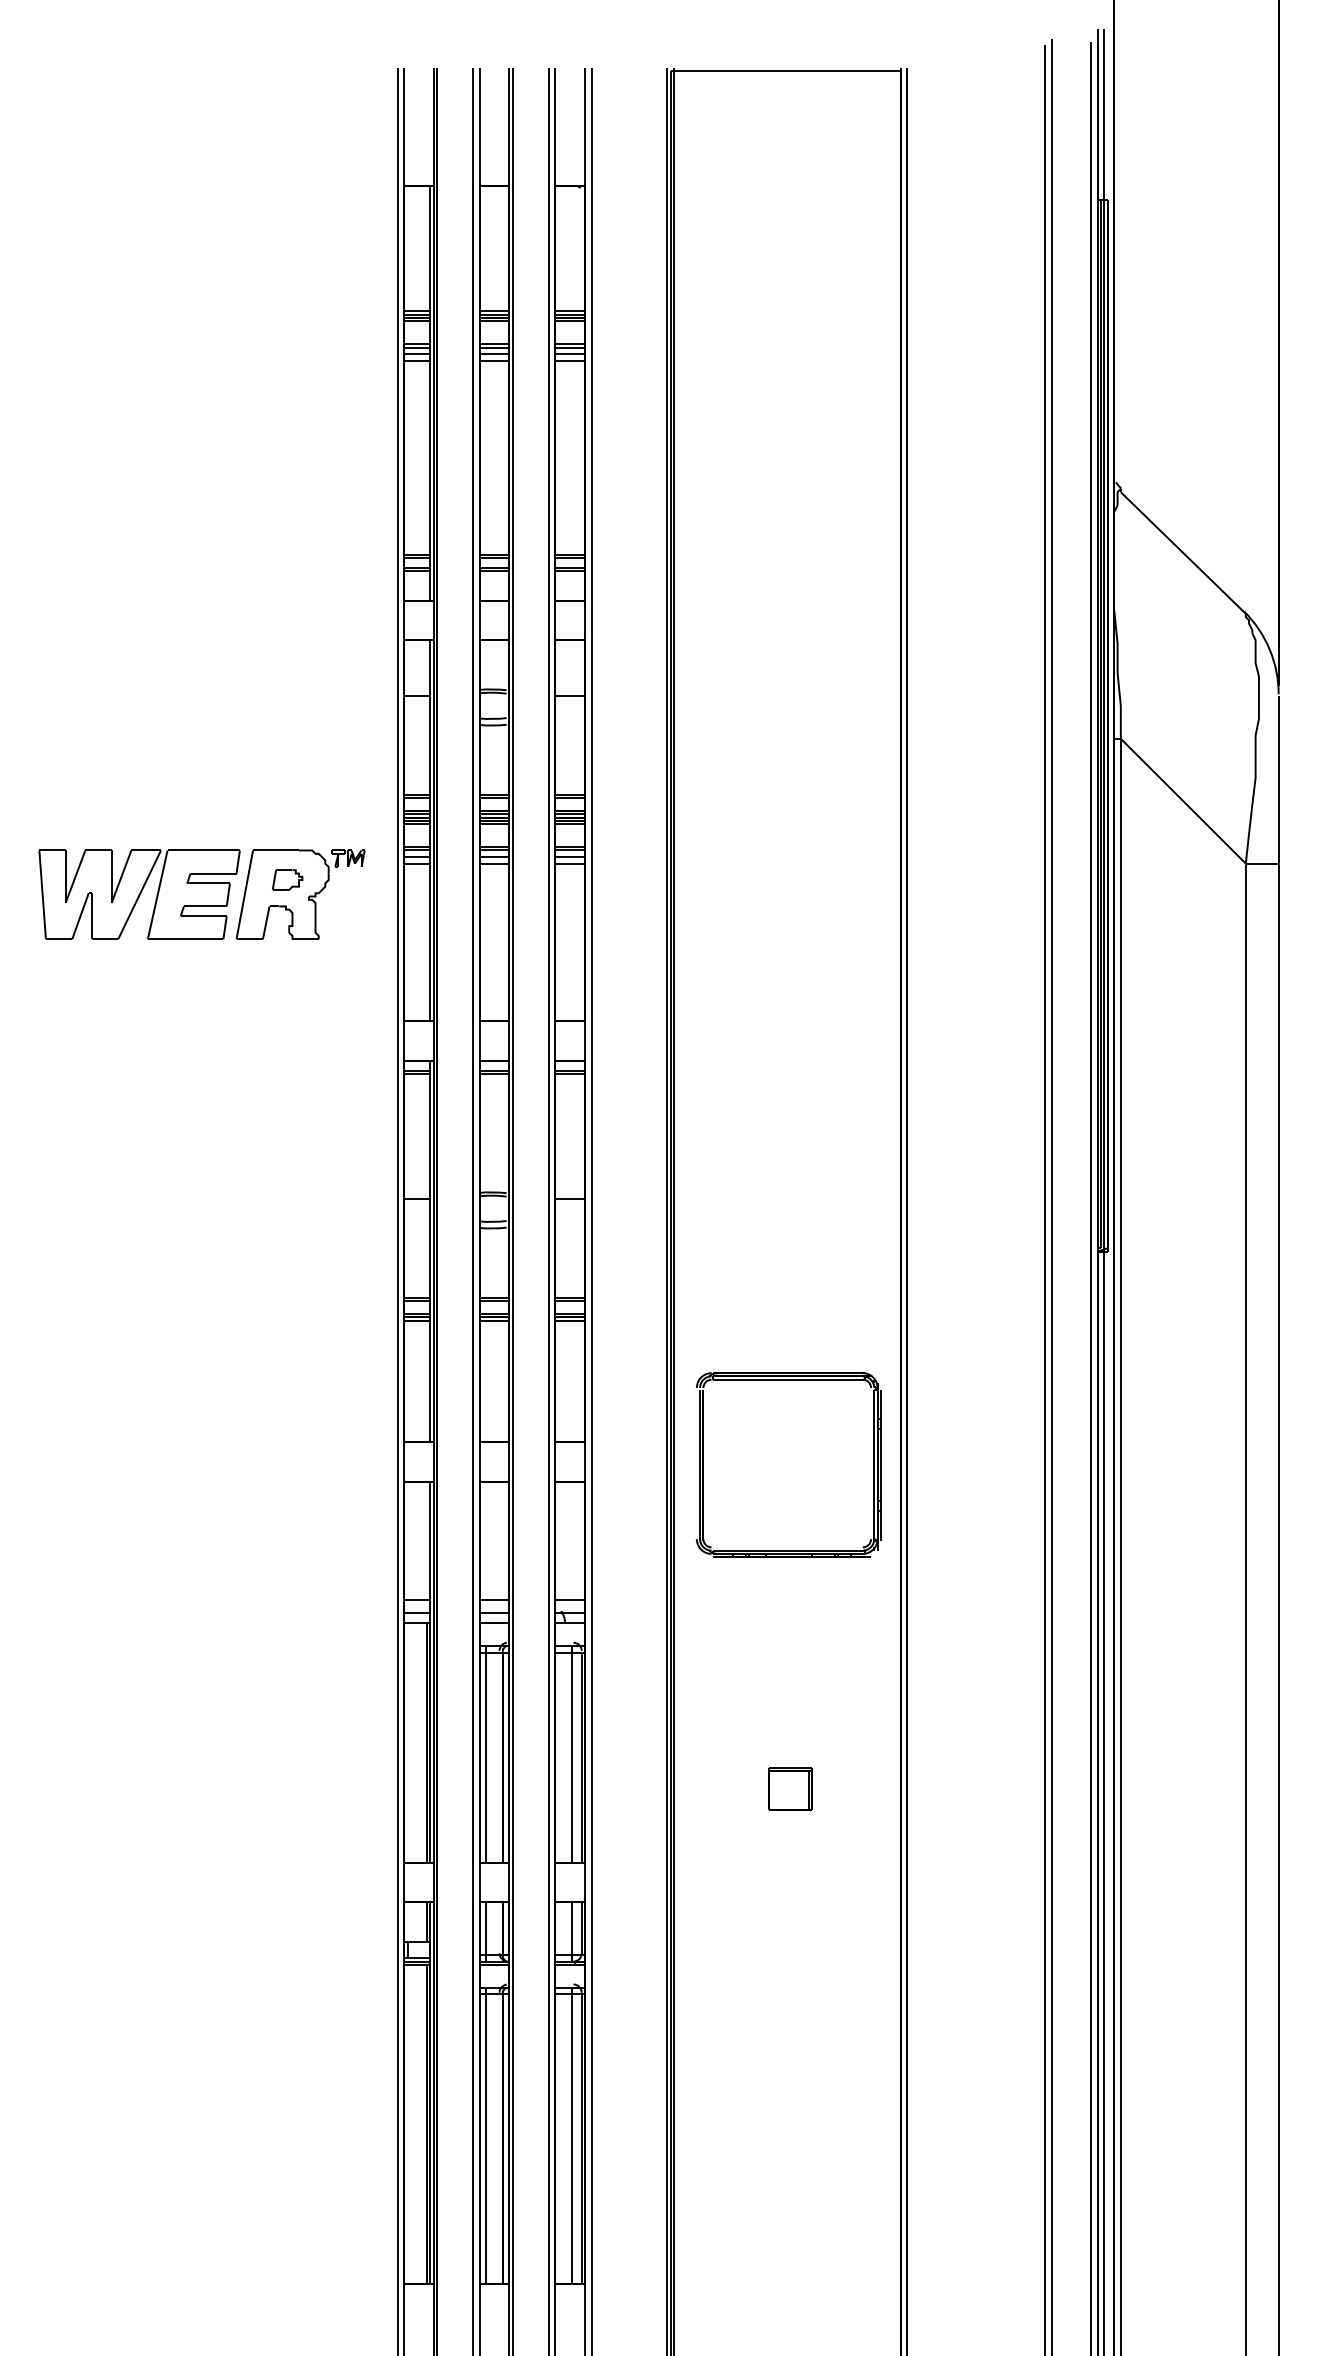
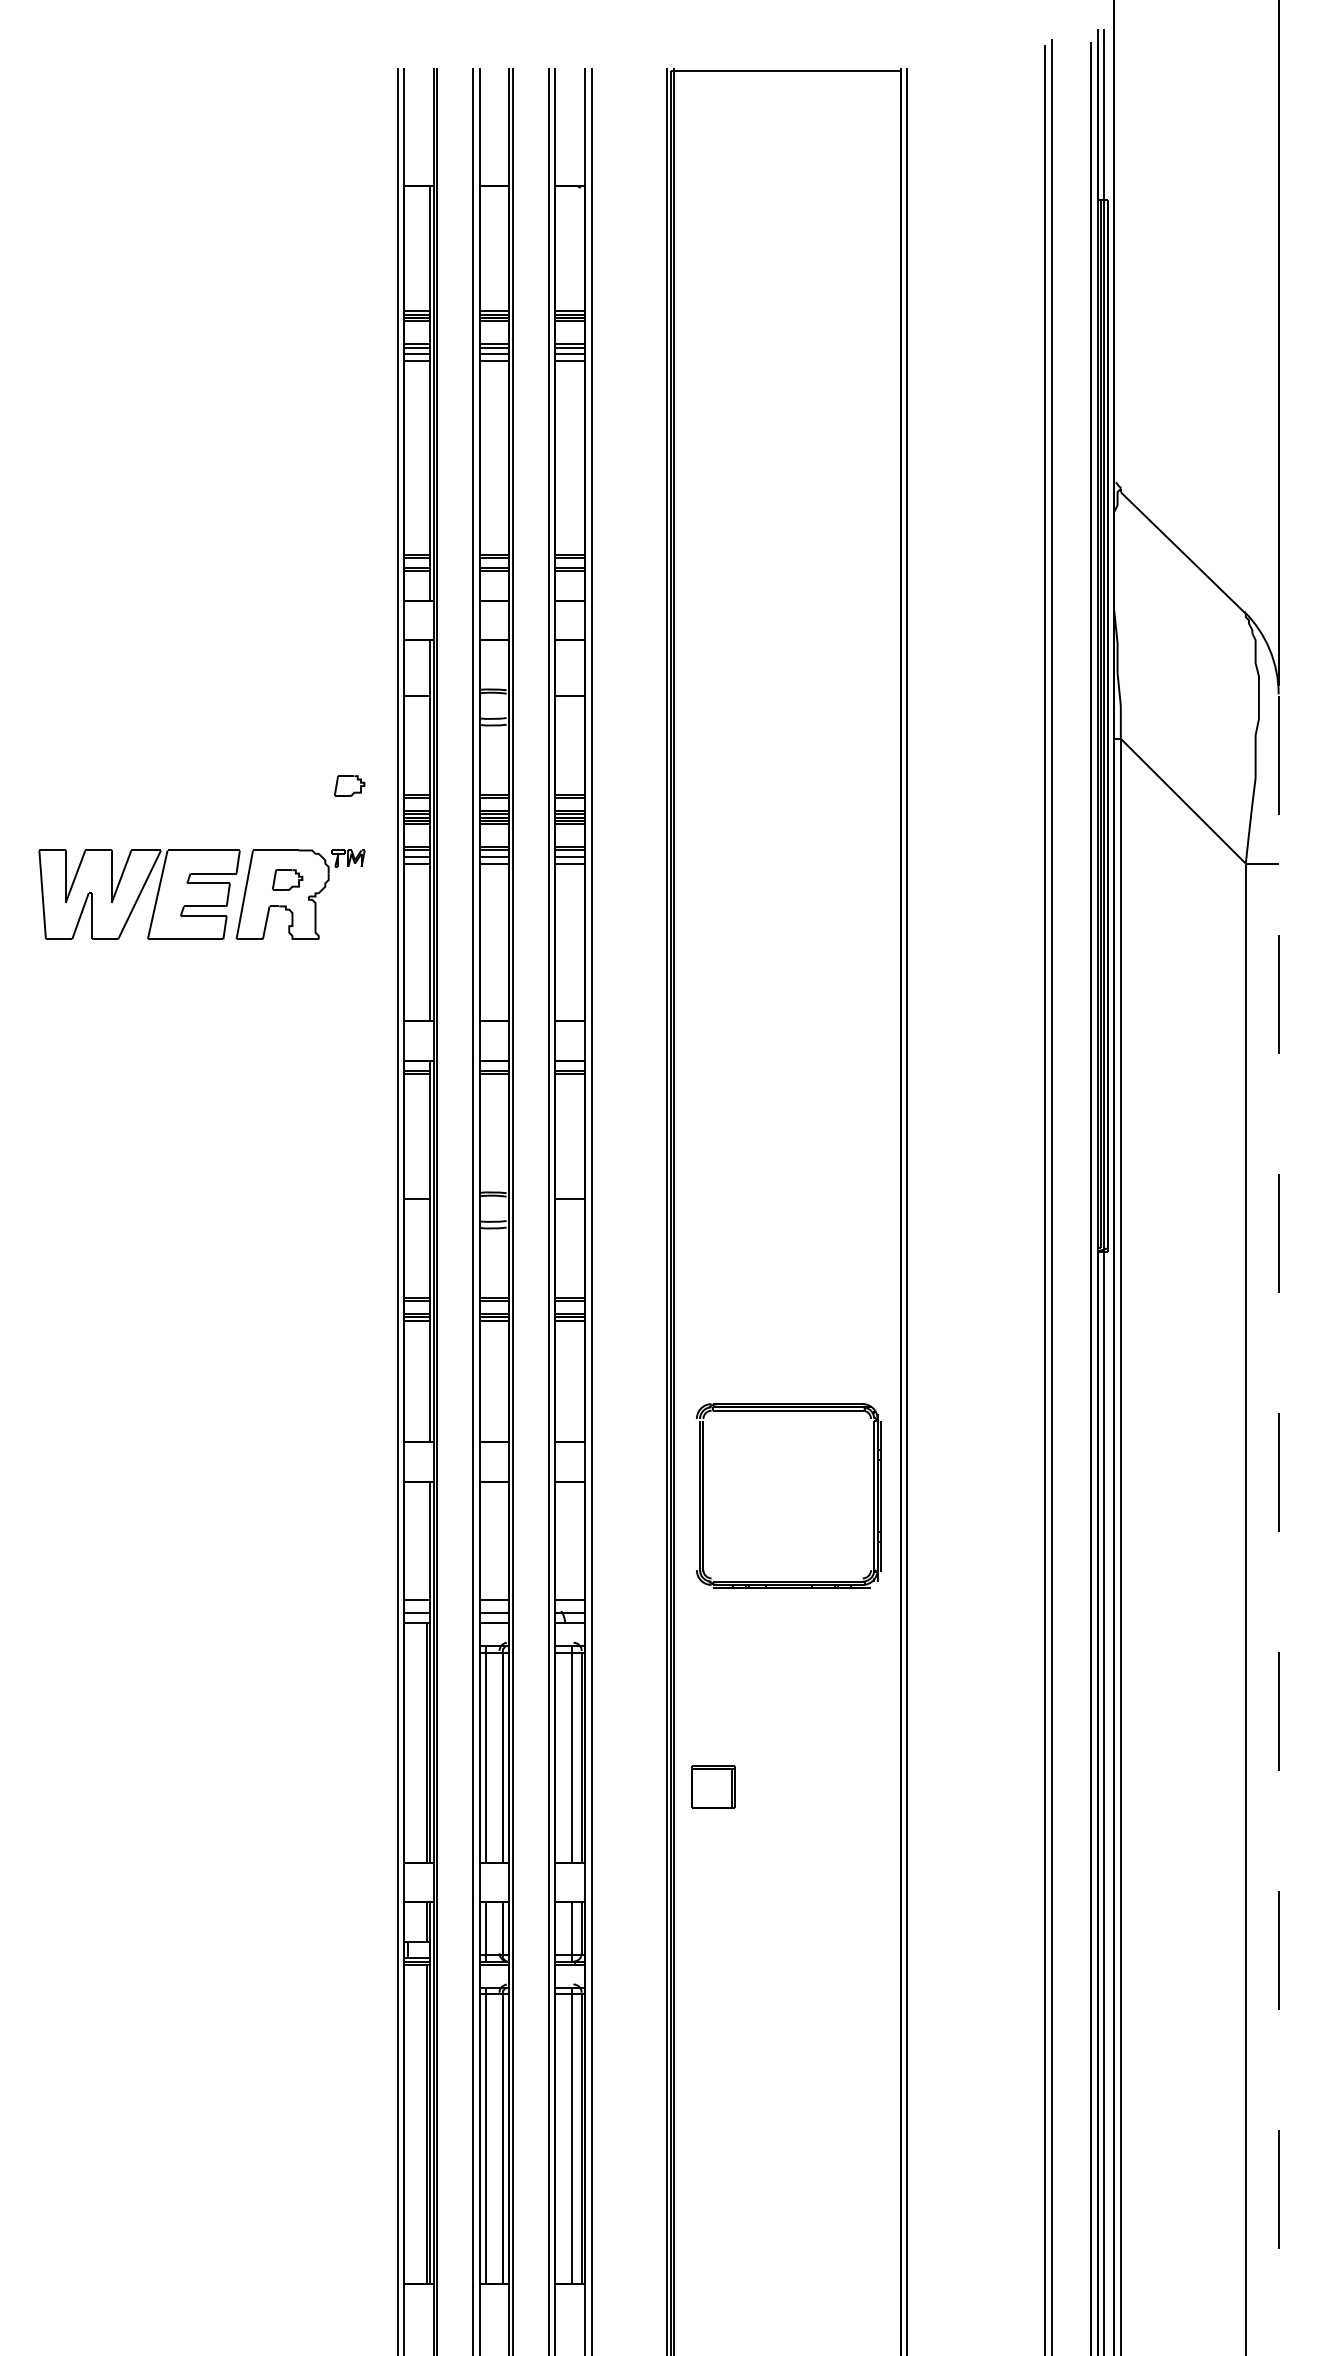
part at (349, 785): none -> present
part at (788, 1380) position: (788, 1380) -> (788, 1411)
line at (1278, 1525): solid -> dashed
part at (790, 1788) position: (790, 1788) -> (713, 1786)
